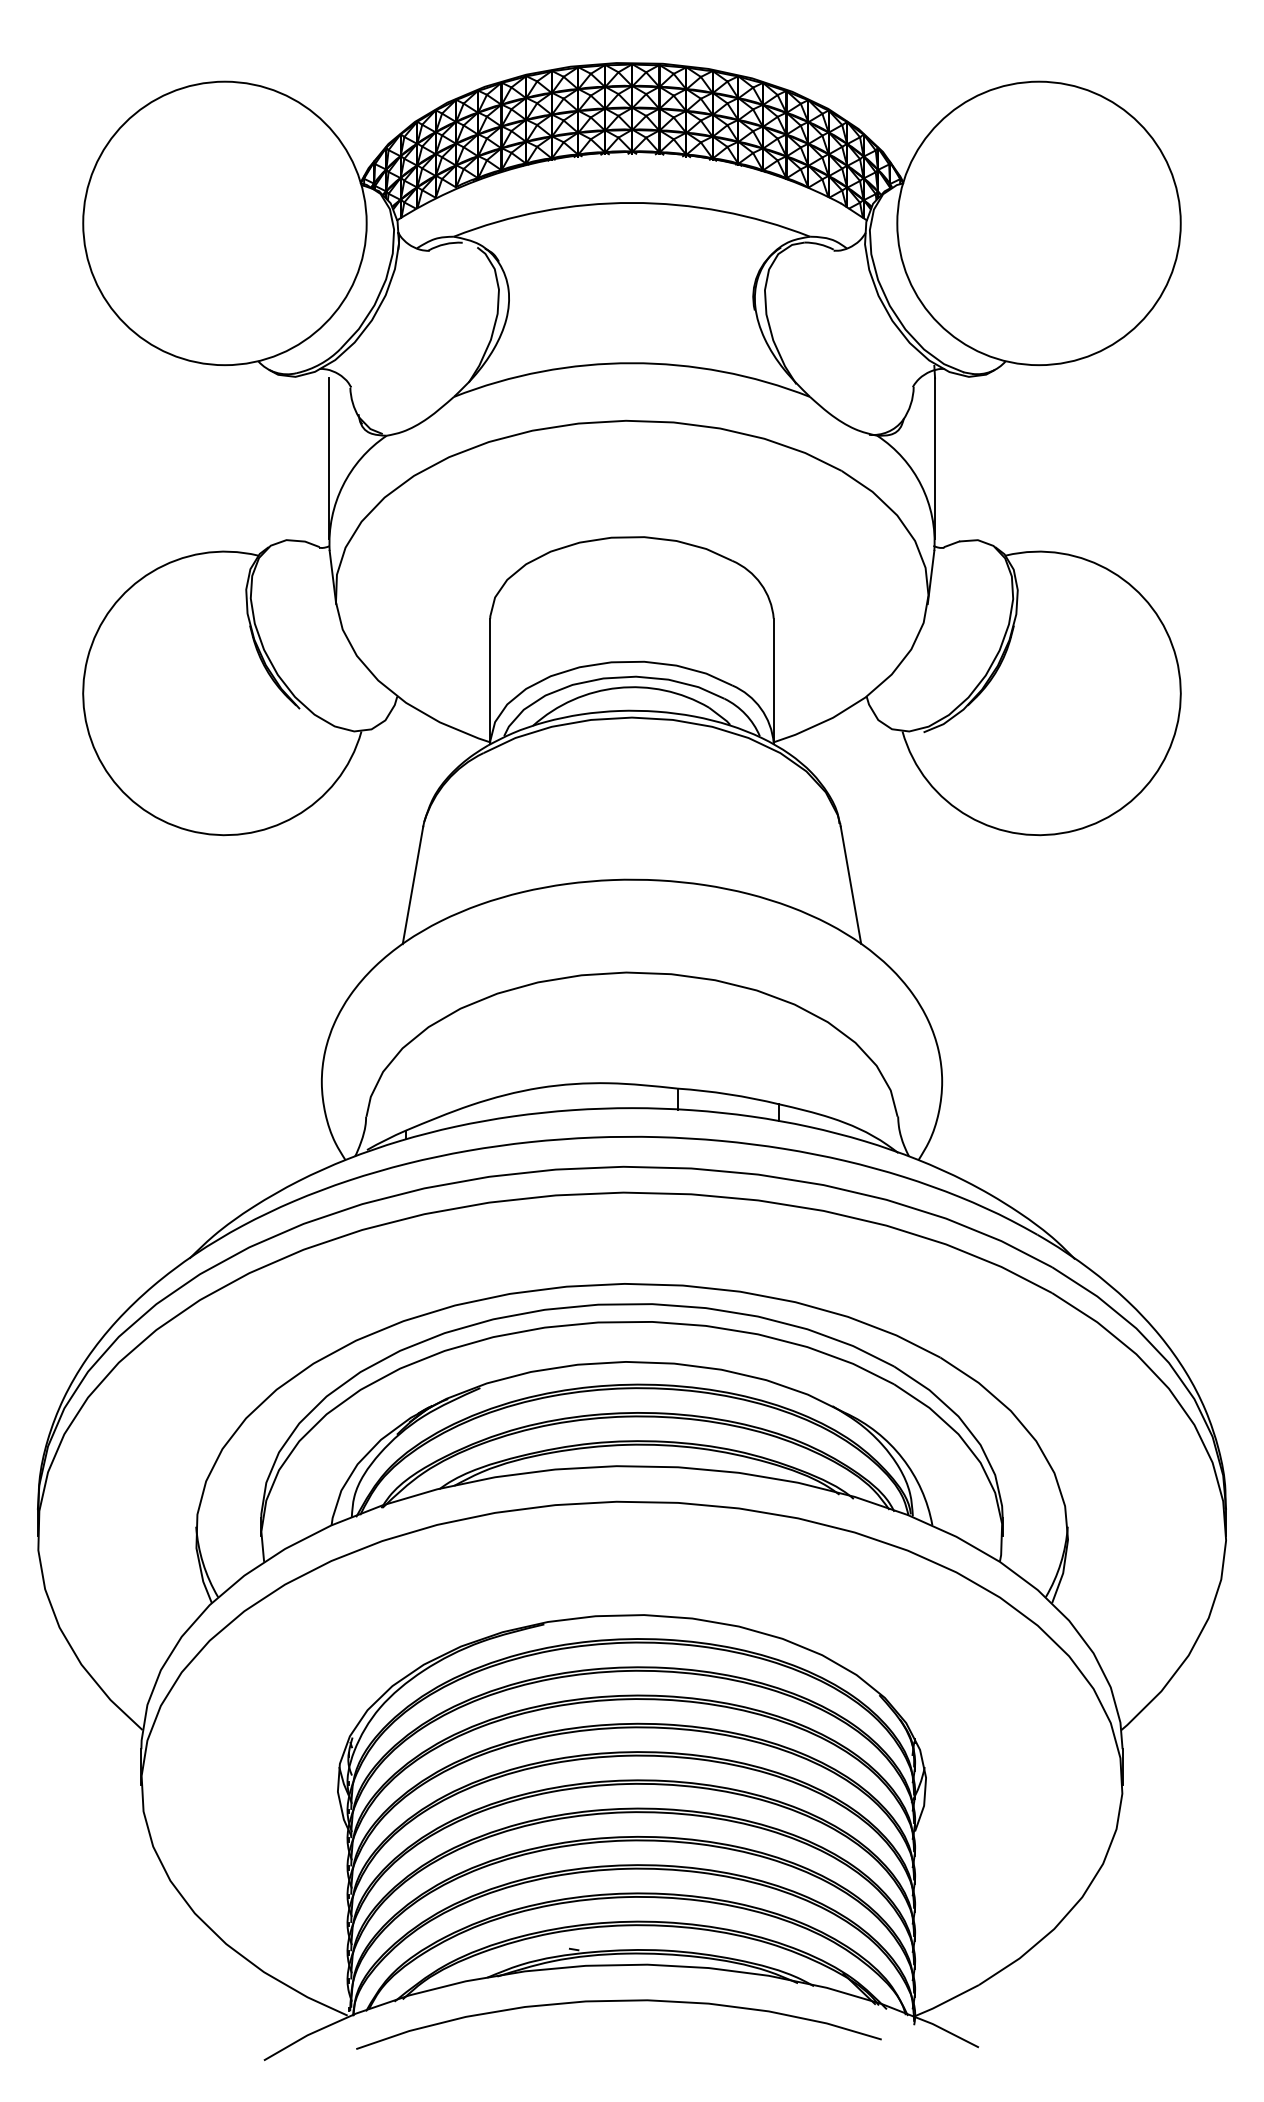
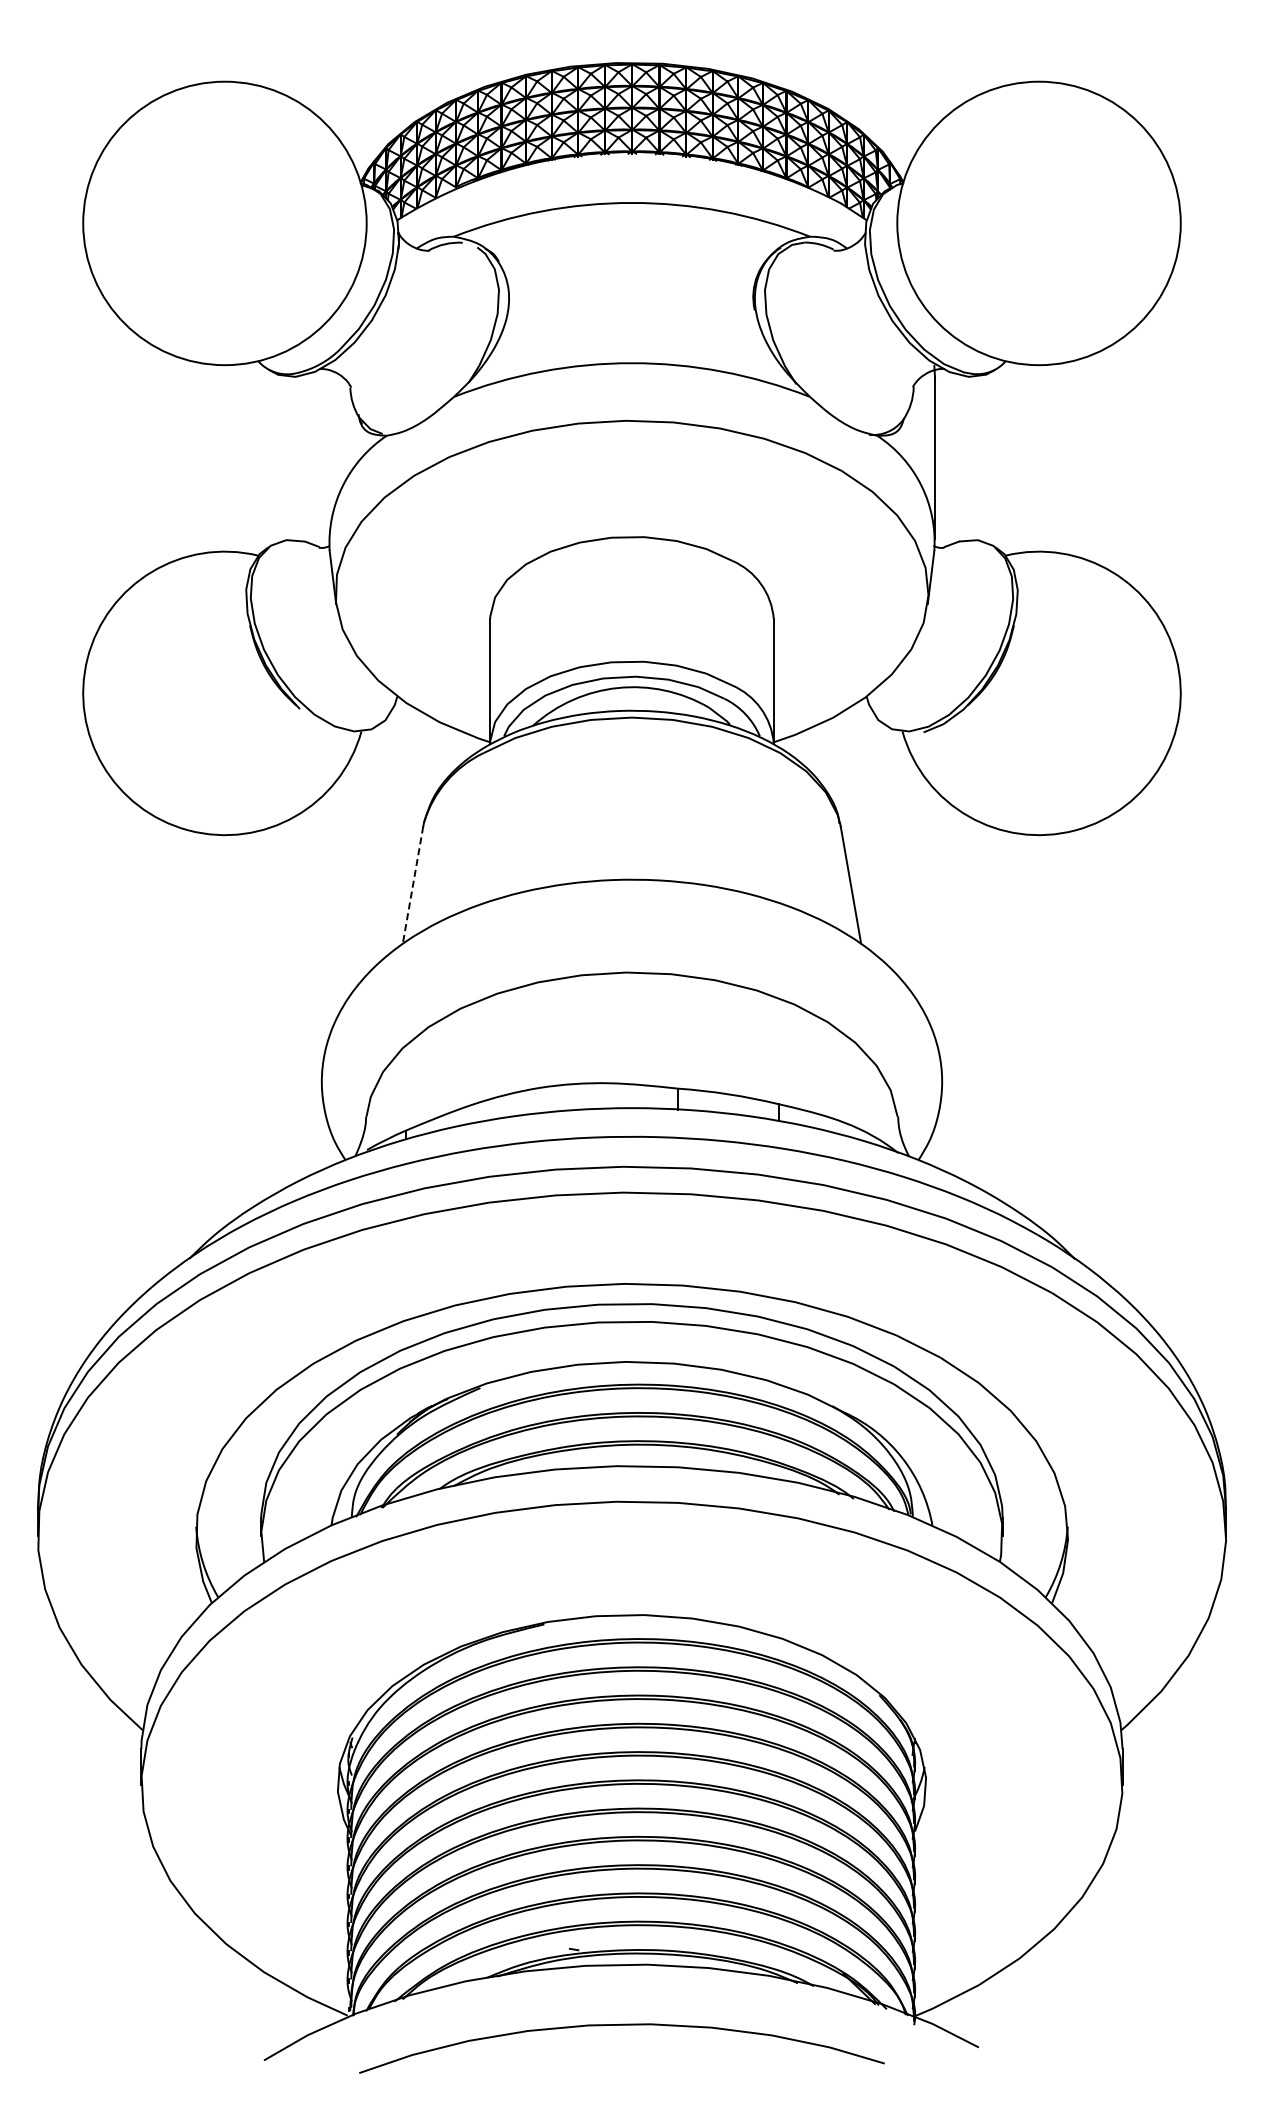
line at (328, 458): present -> none
line at (413, 885): solid -> dashed
curve at (618, 2001) position: (618, 2001) -> (621, 2025)
